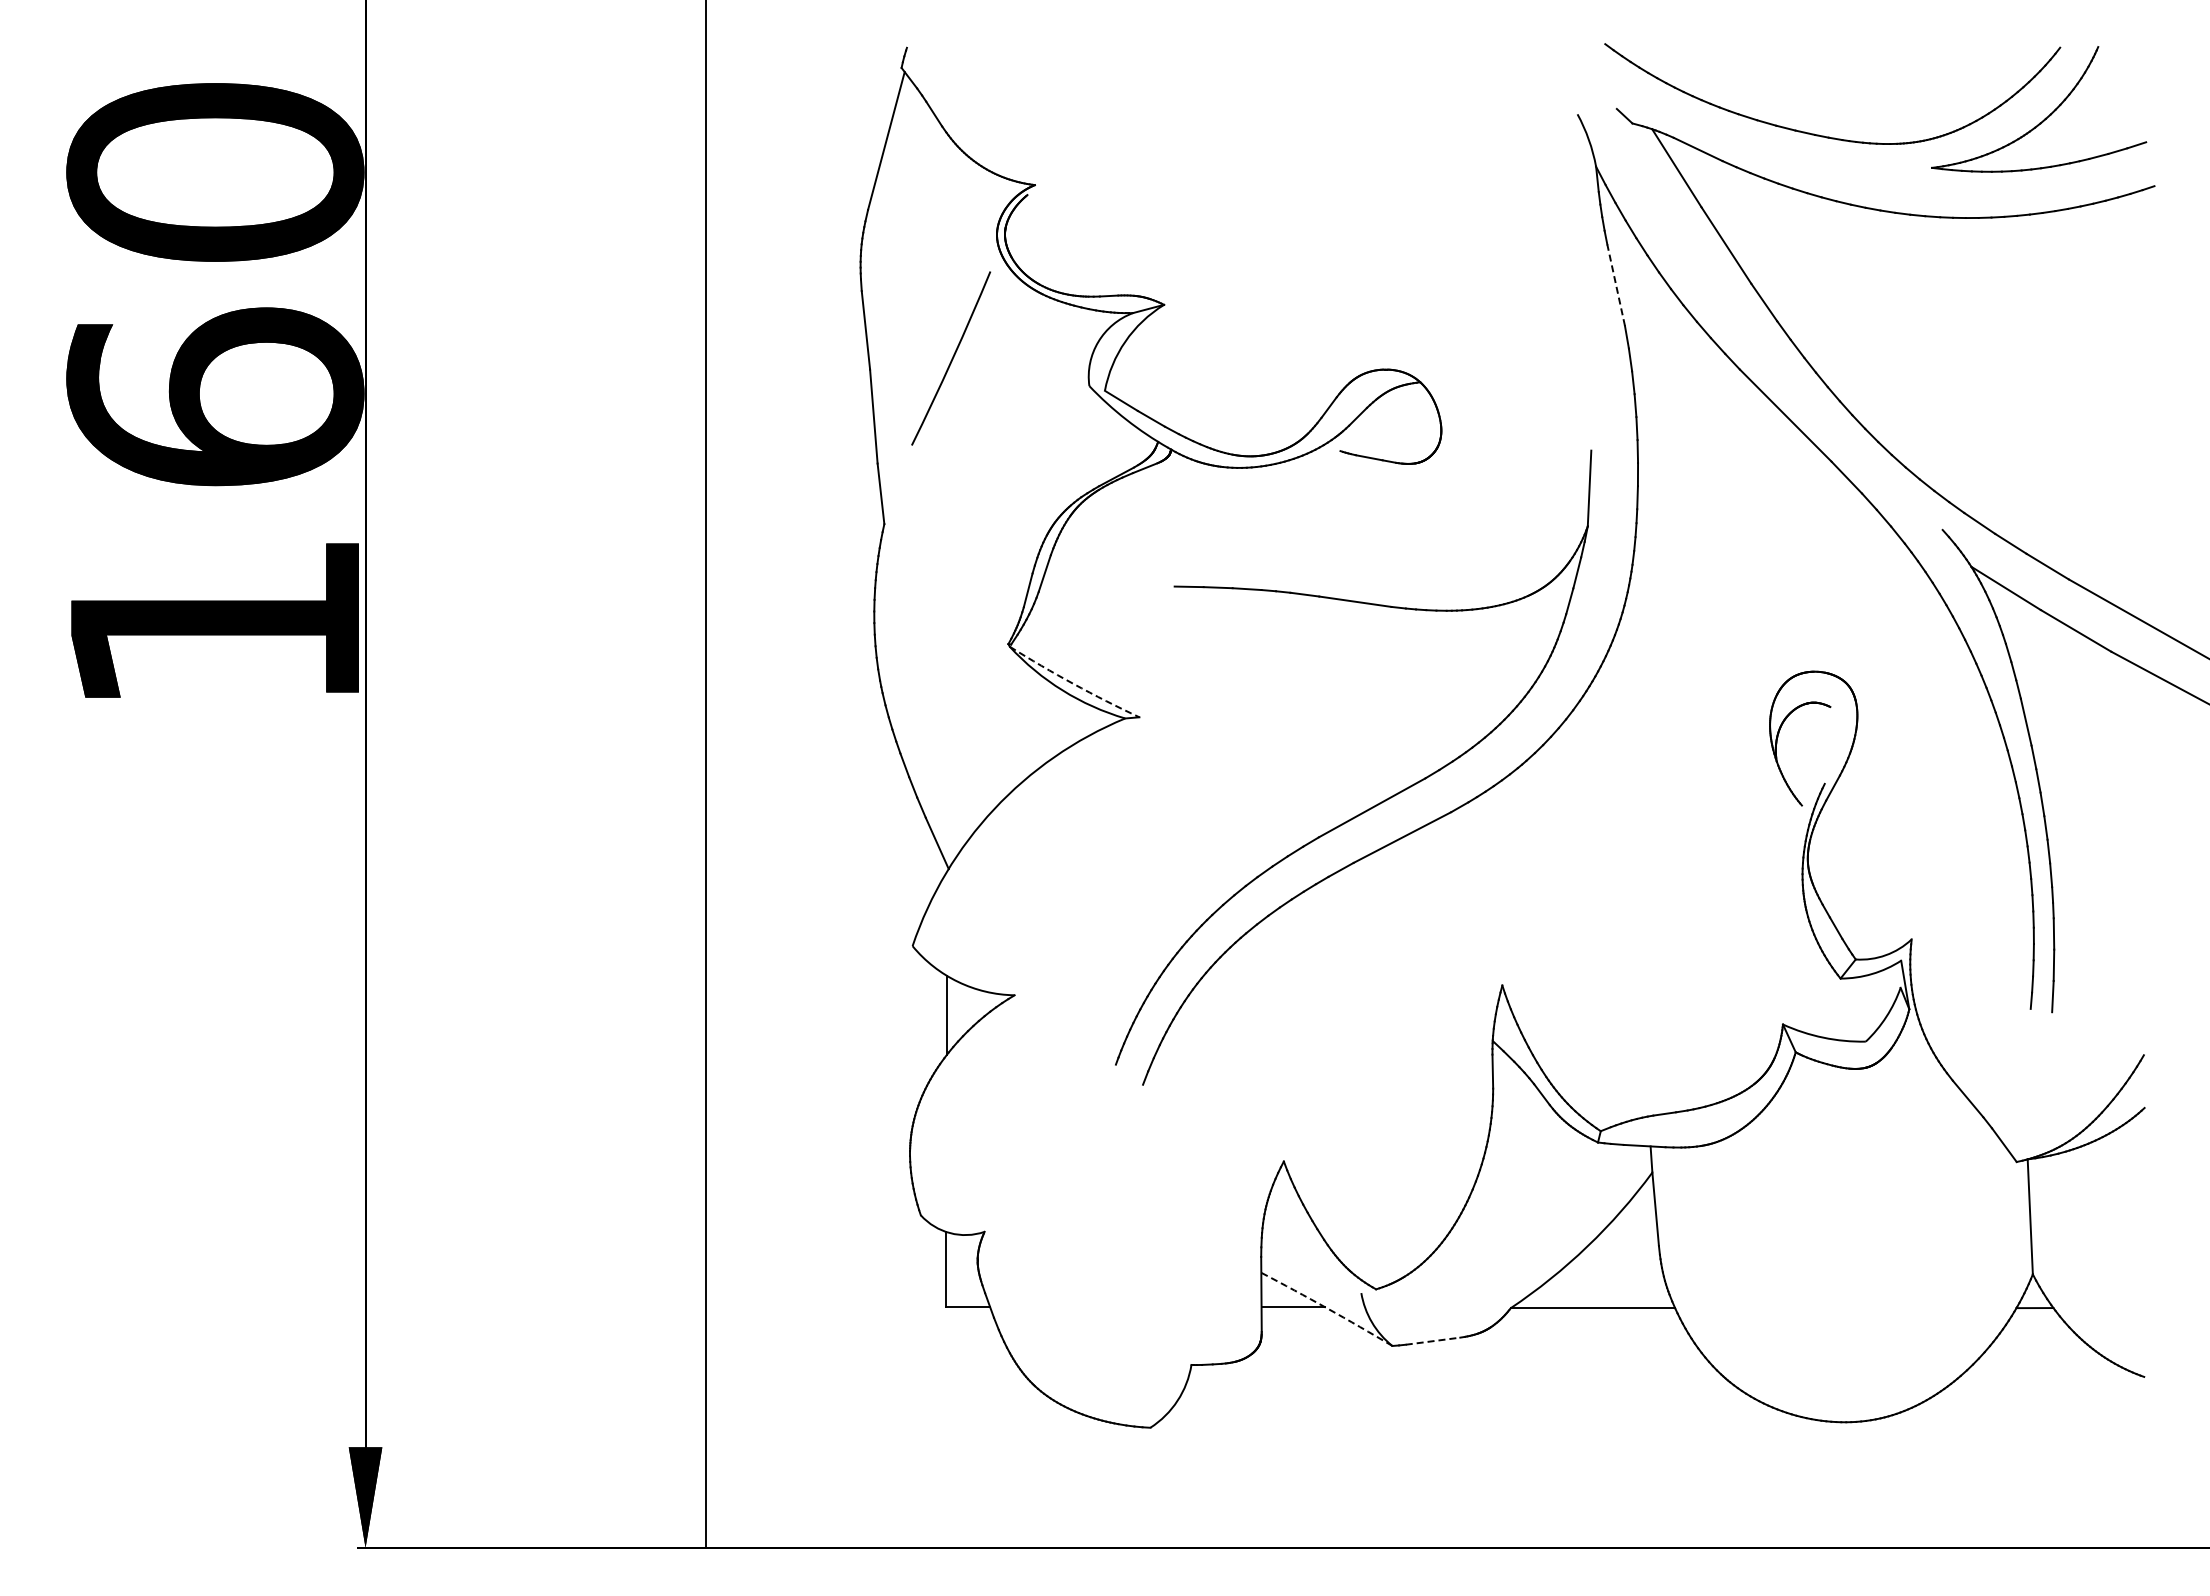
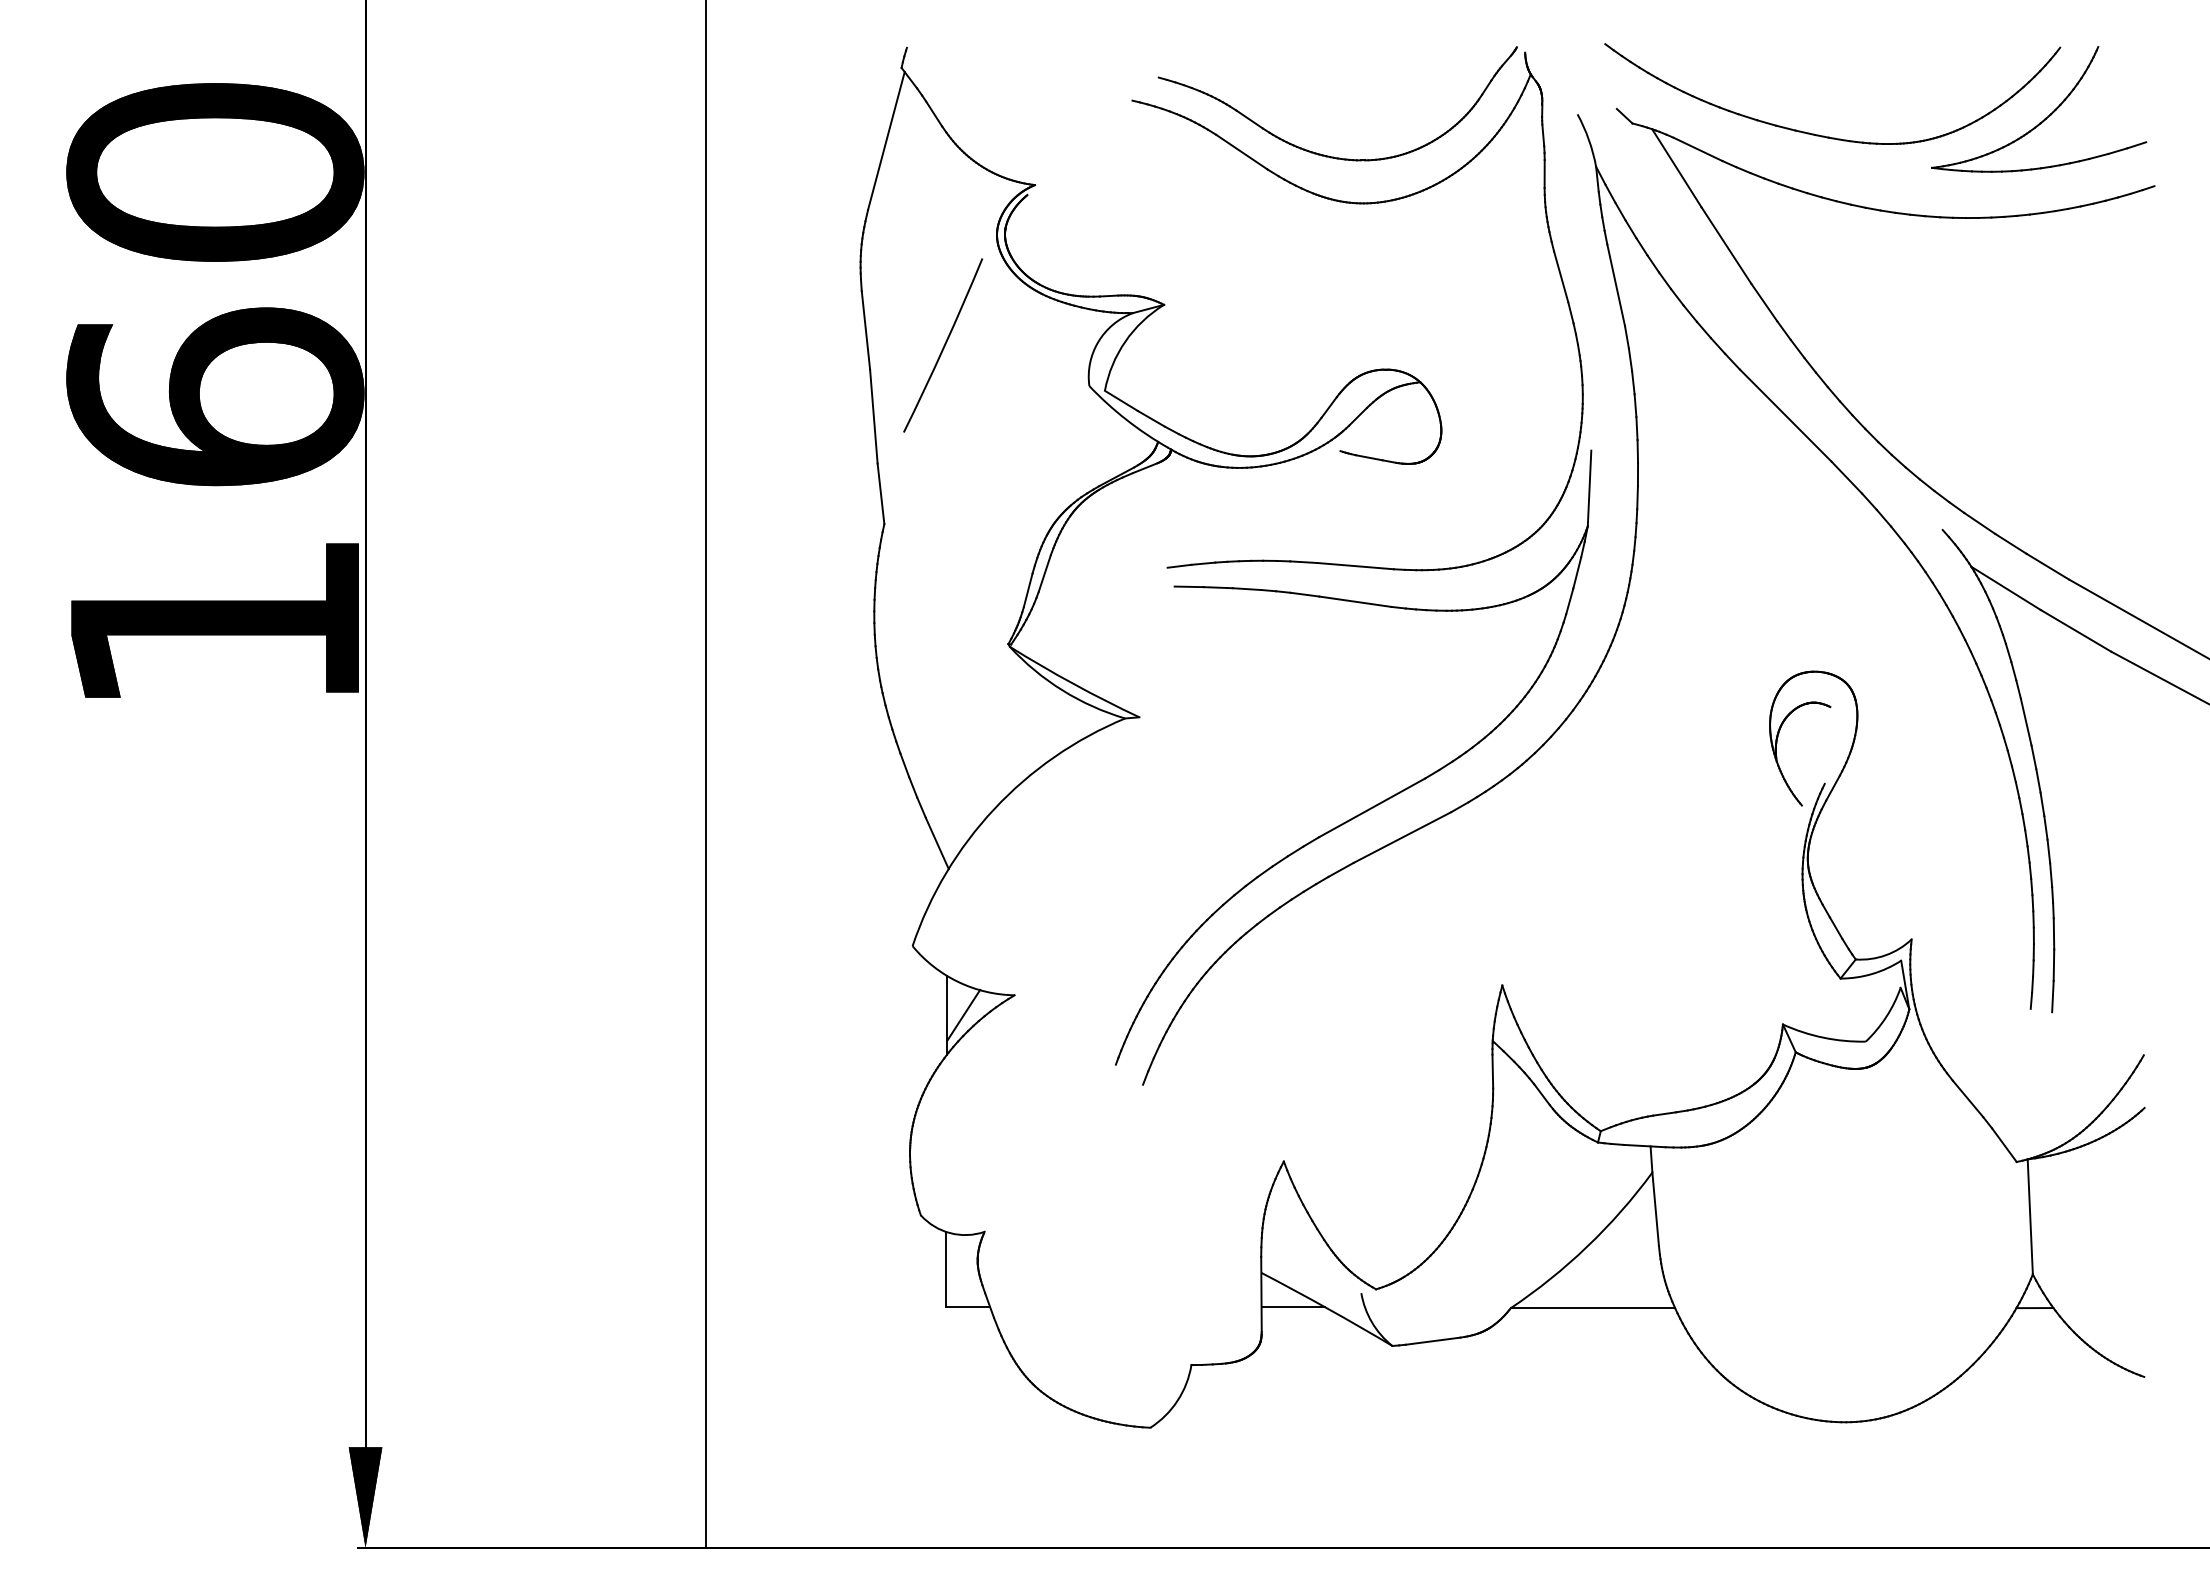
part at (1357, 204): none -> present
line at (1616, 285): dashed -> solid
arc at (951, 358) position: (951, 358) -> (943, 345)
arc at (1073, 683): dashed -> solid
line at (963, 1015): none -> present
arc at (1327, 1308): dashed -> solid
line at (1433, 1341): dashed -> solid
